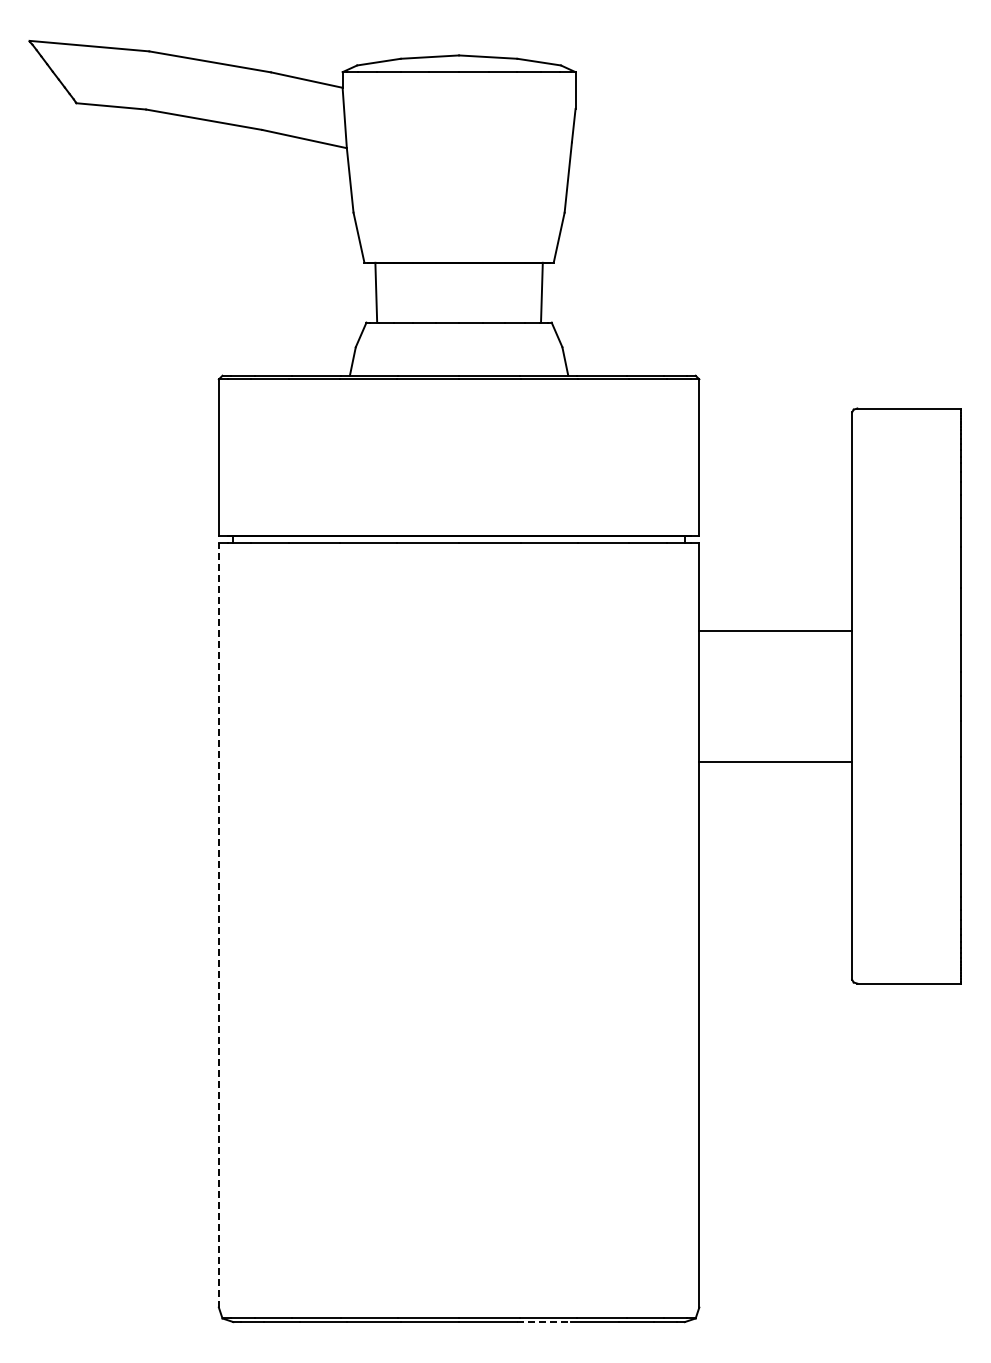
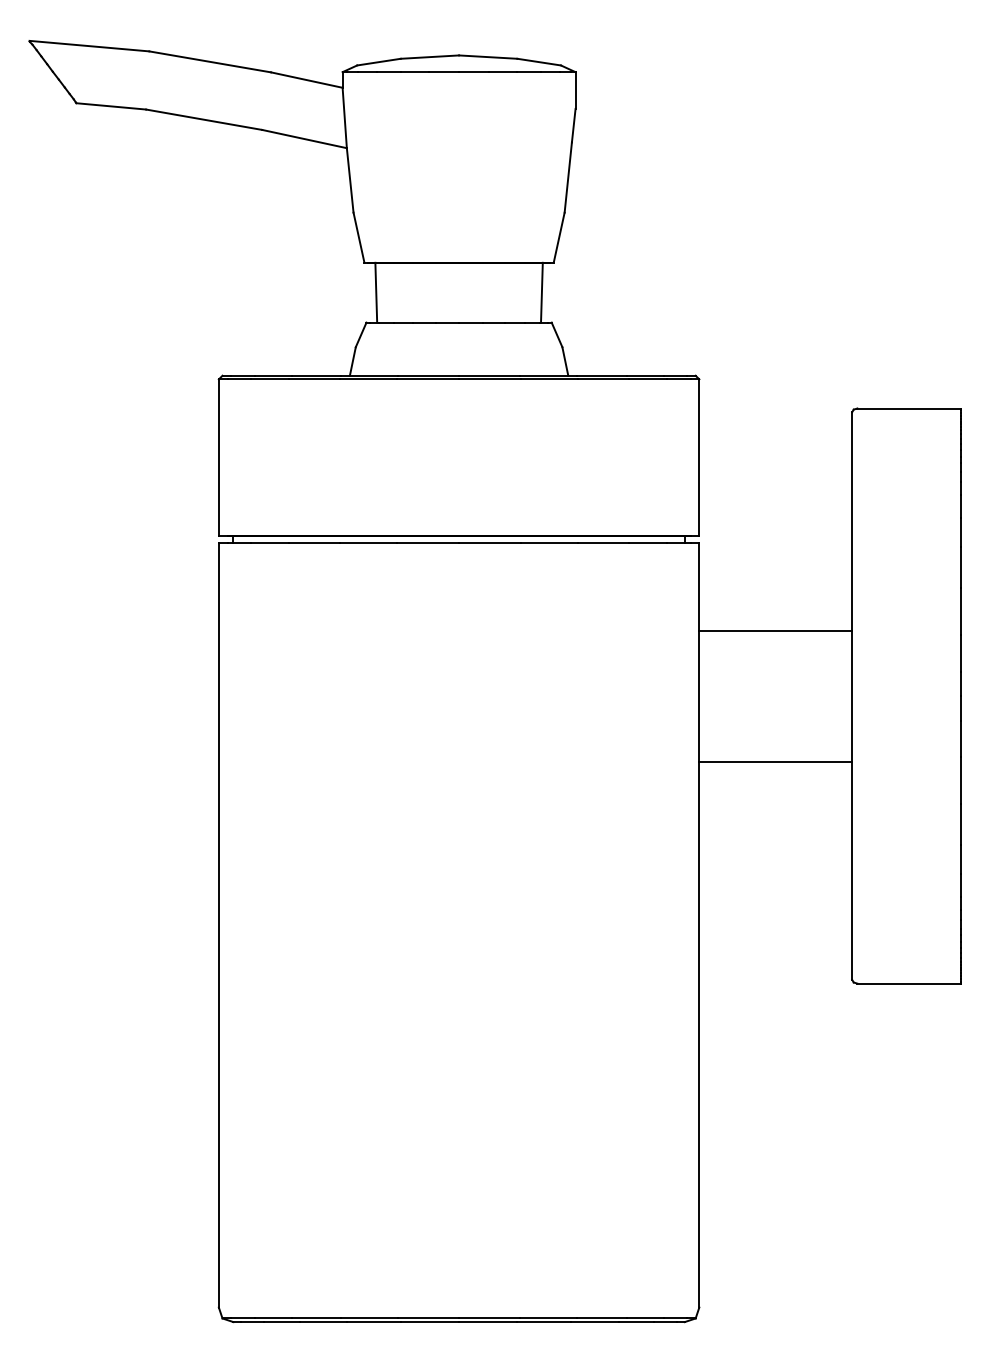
line at (218, 924): dashed -> solid
line at (544, 1322): dashed -> solid
